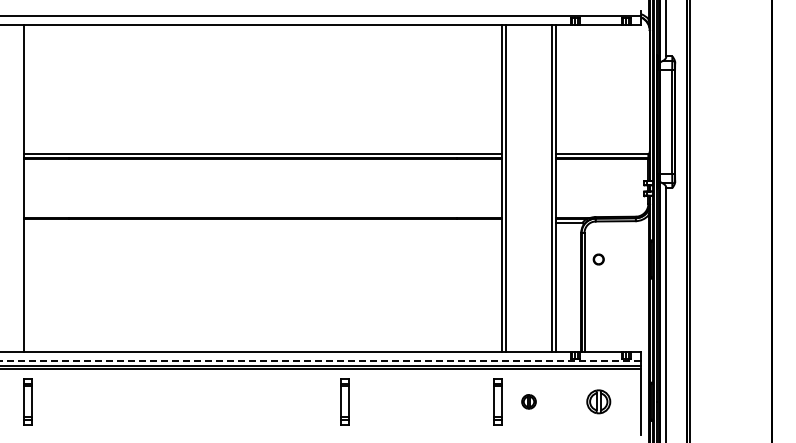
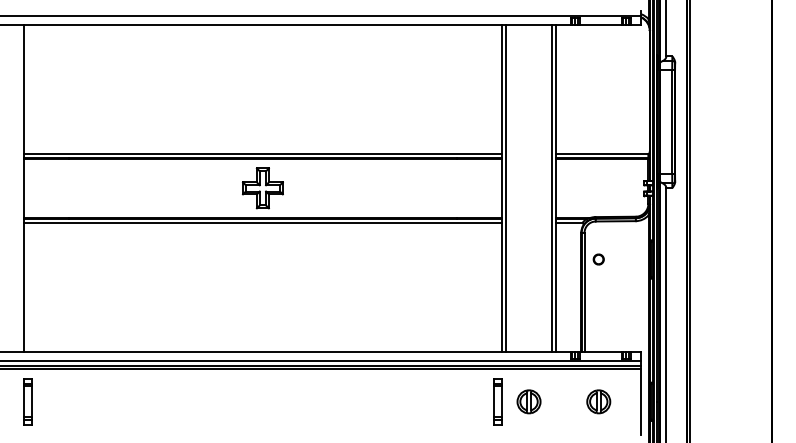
part at (262, 188): none -> present
line at (262, 222): none -> present
line at (320, 361): dashed -> solid
part at (344, 401): present -> none
part at (528, 401) size: 16x16 px -> 26x26 px
